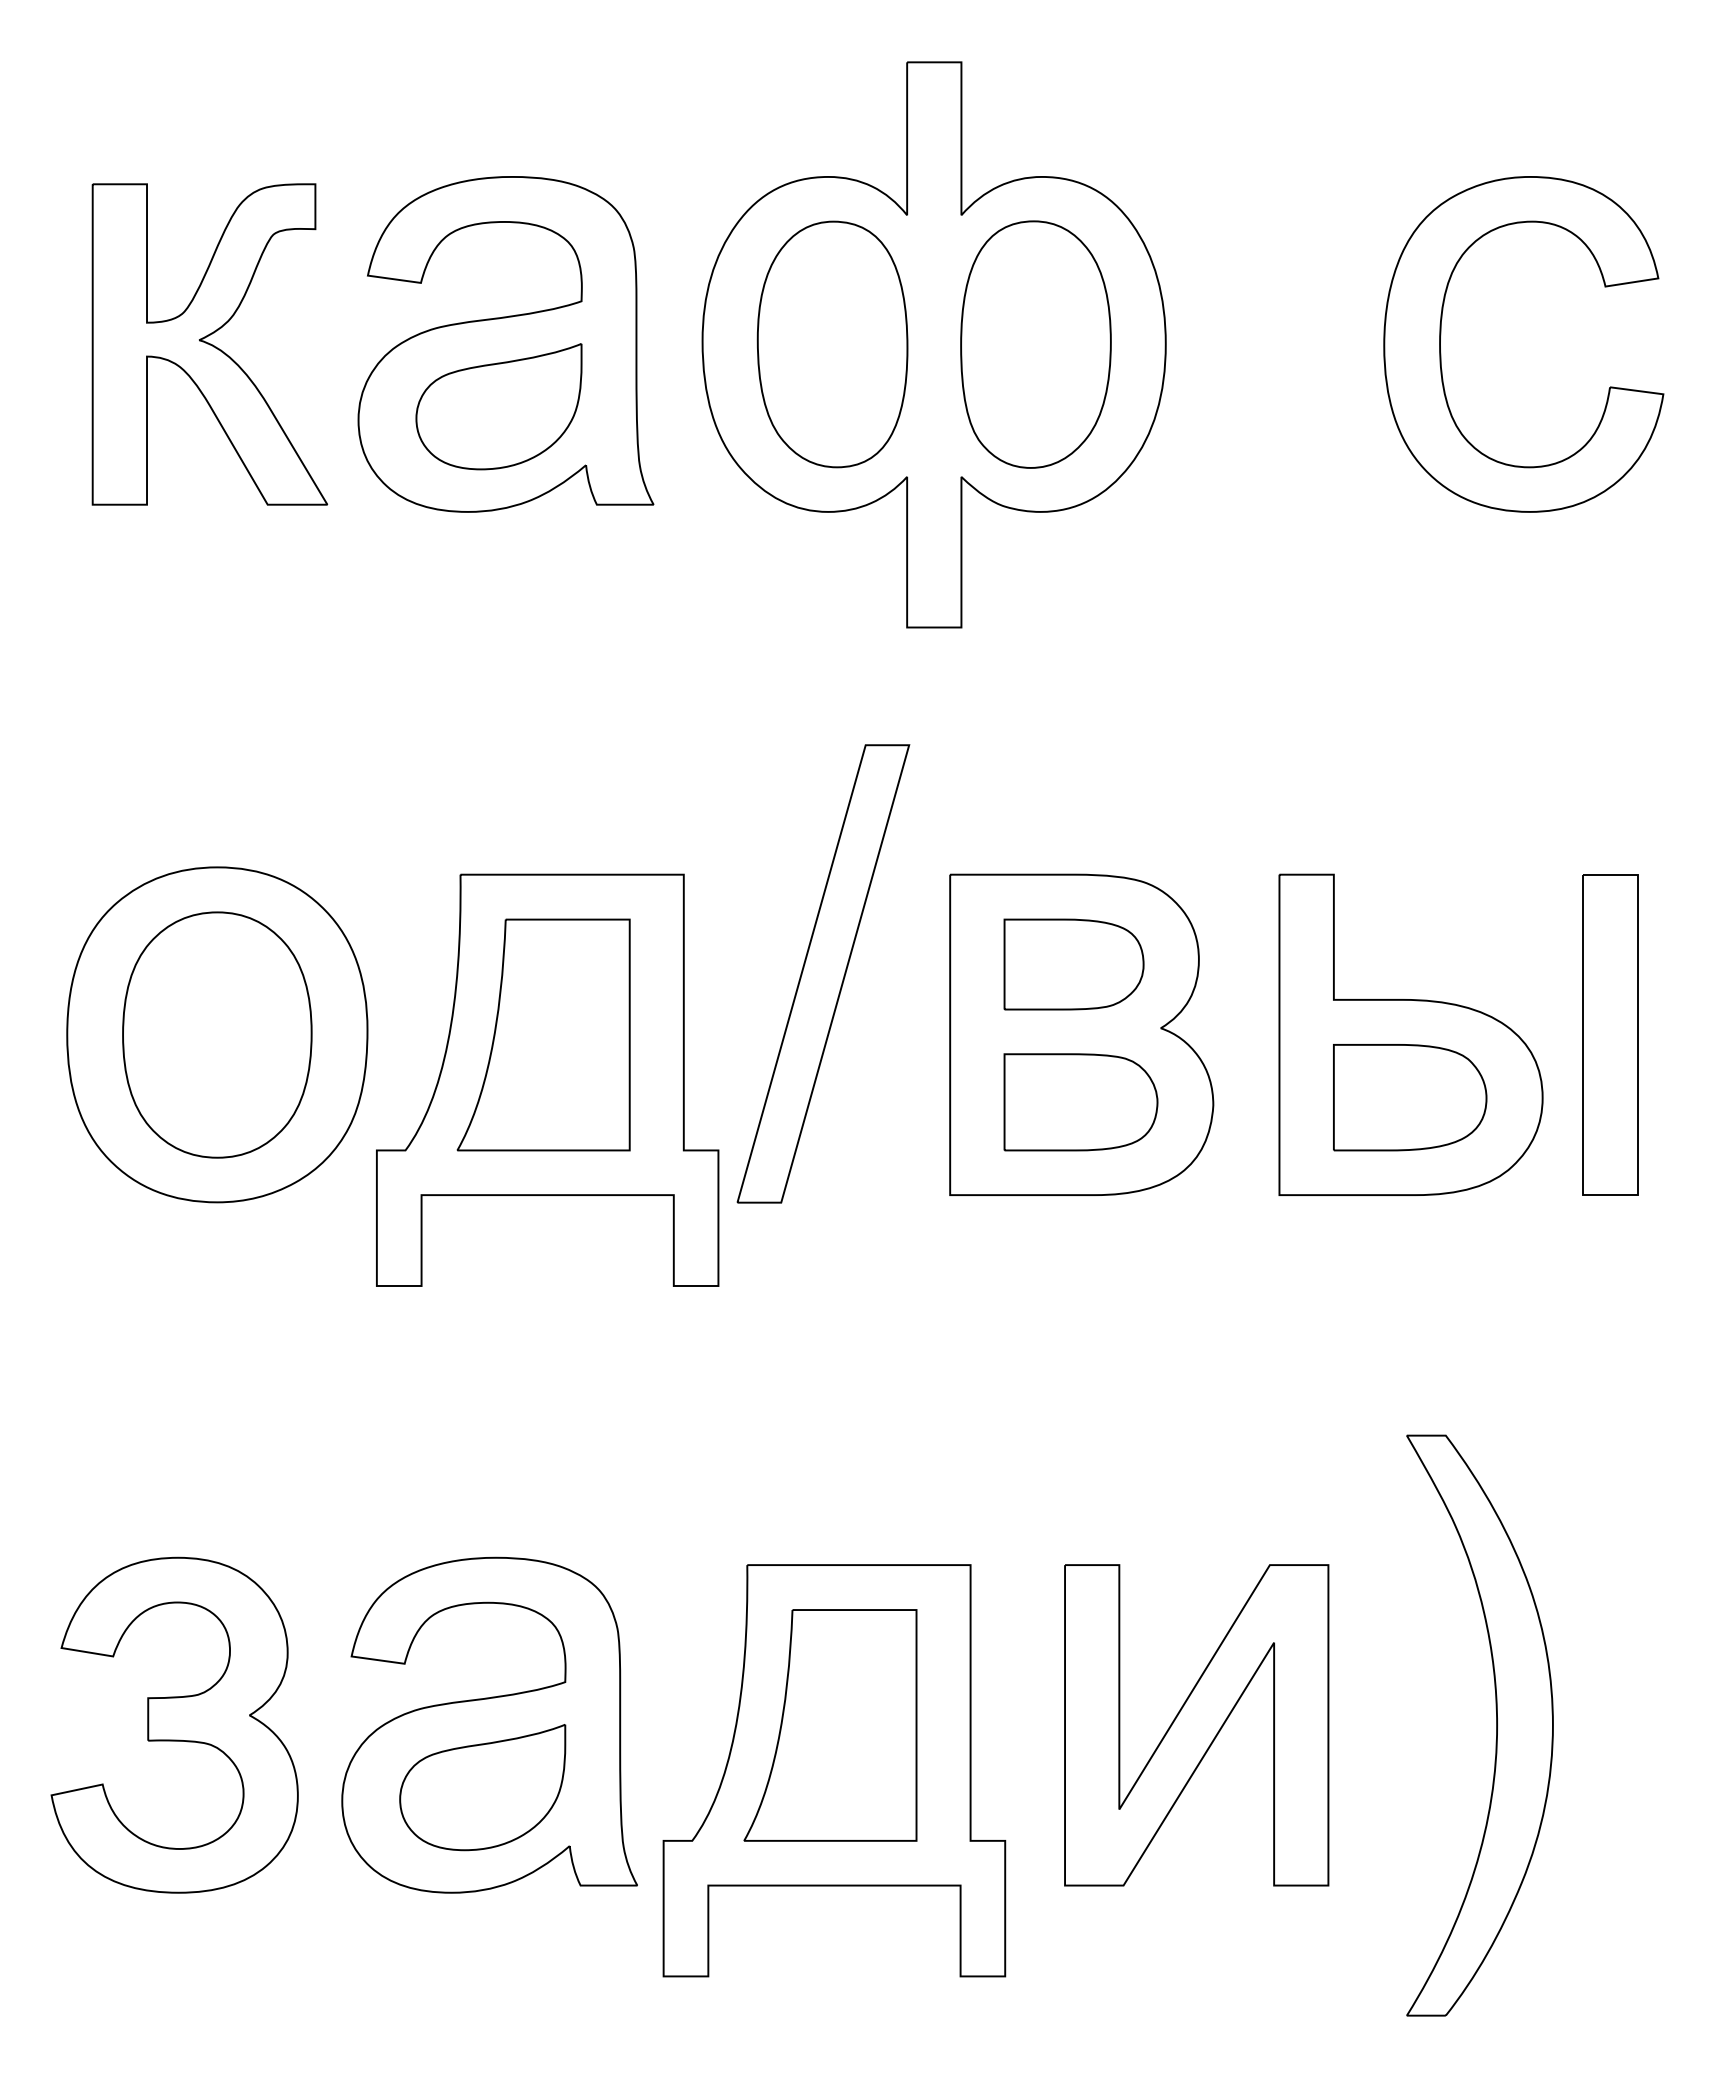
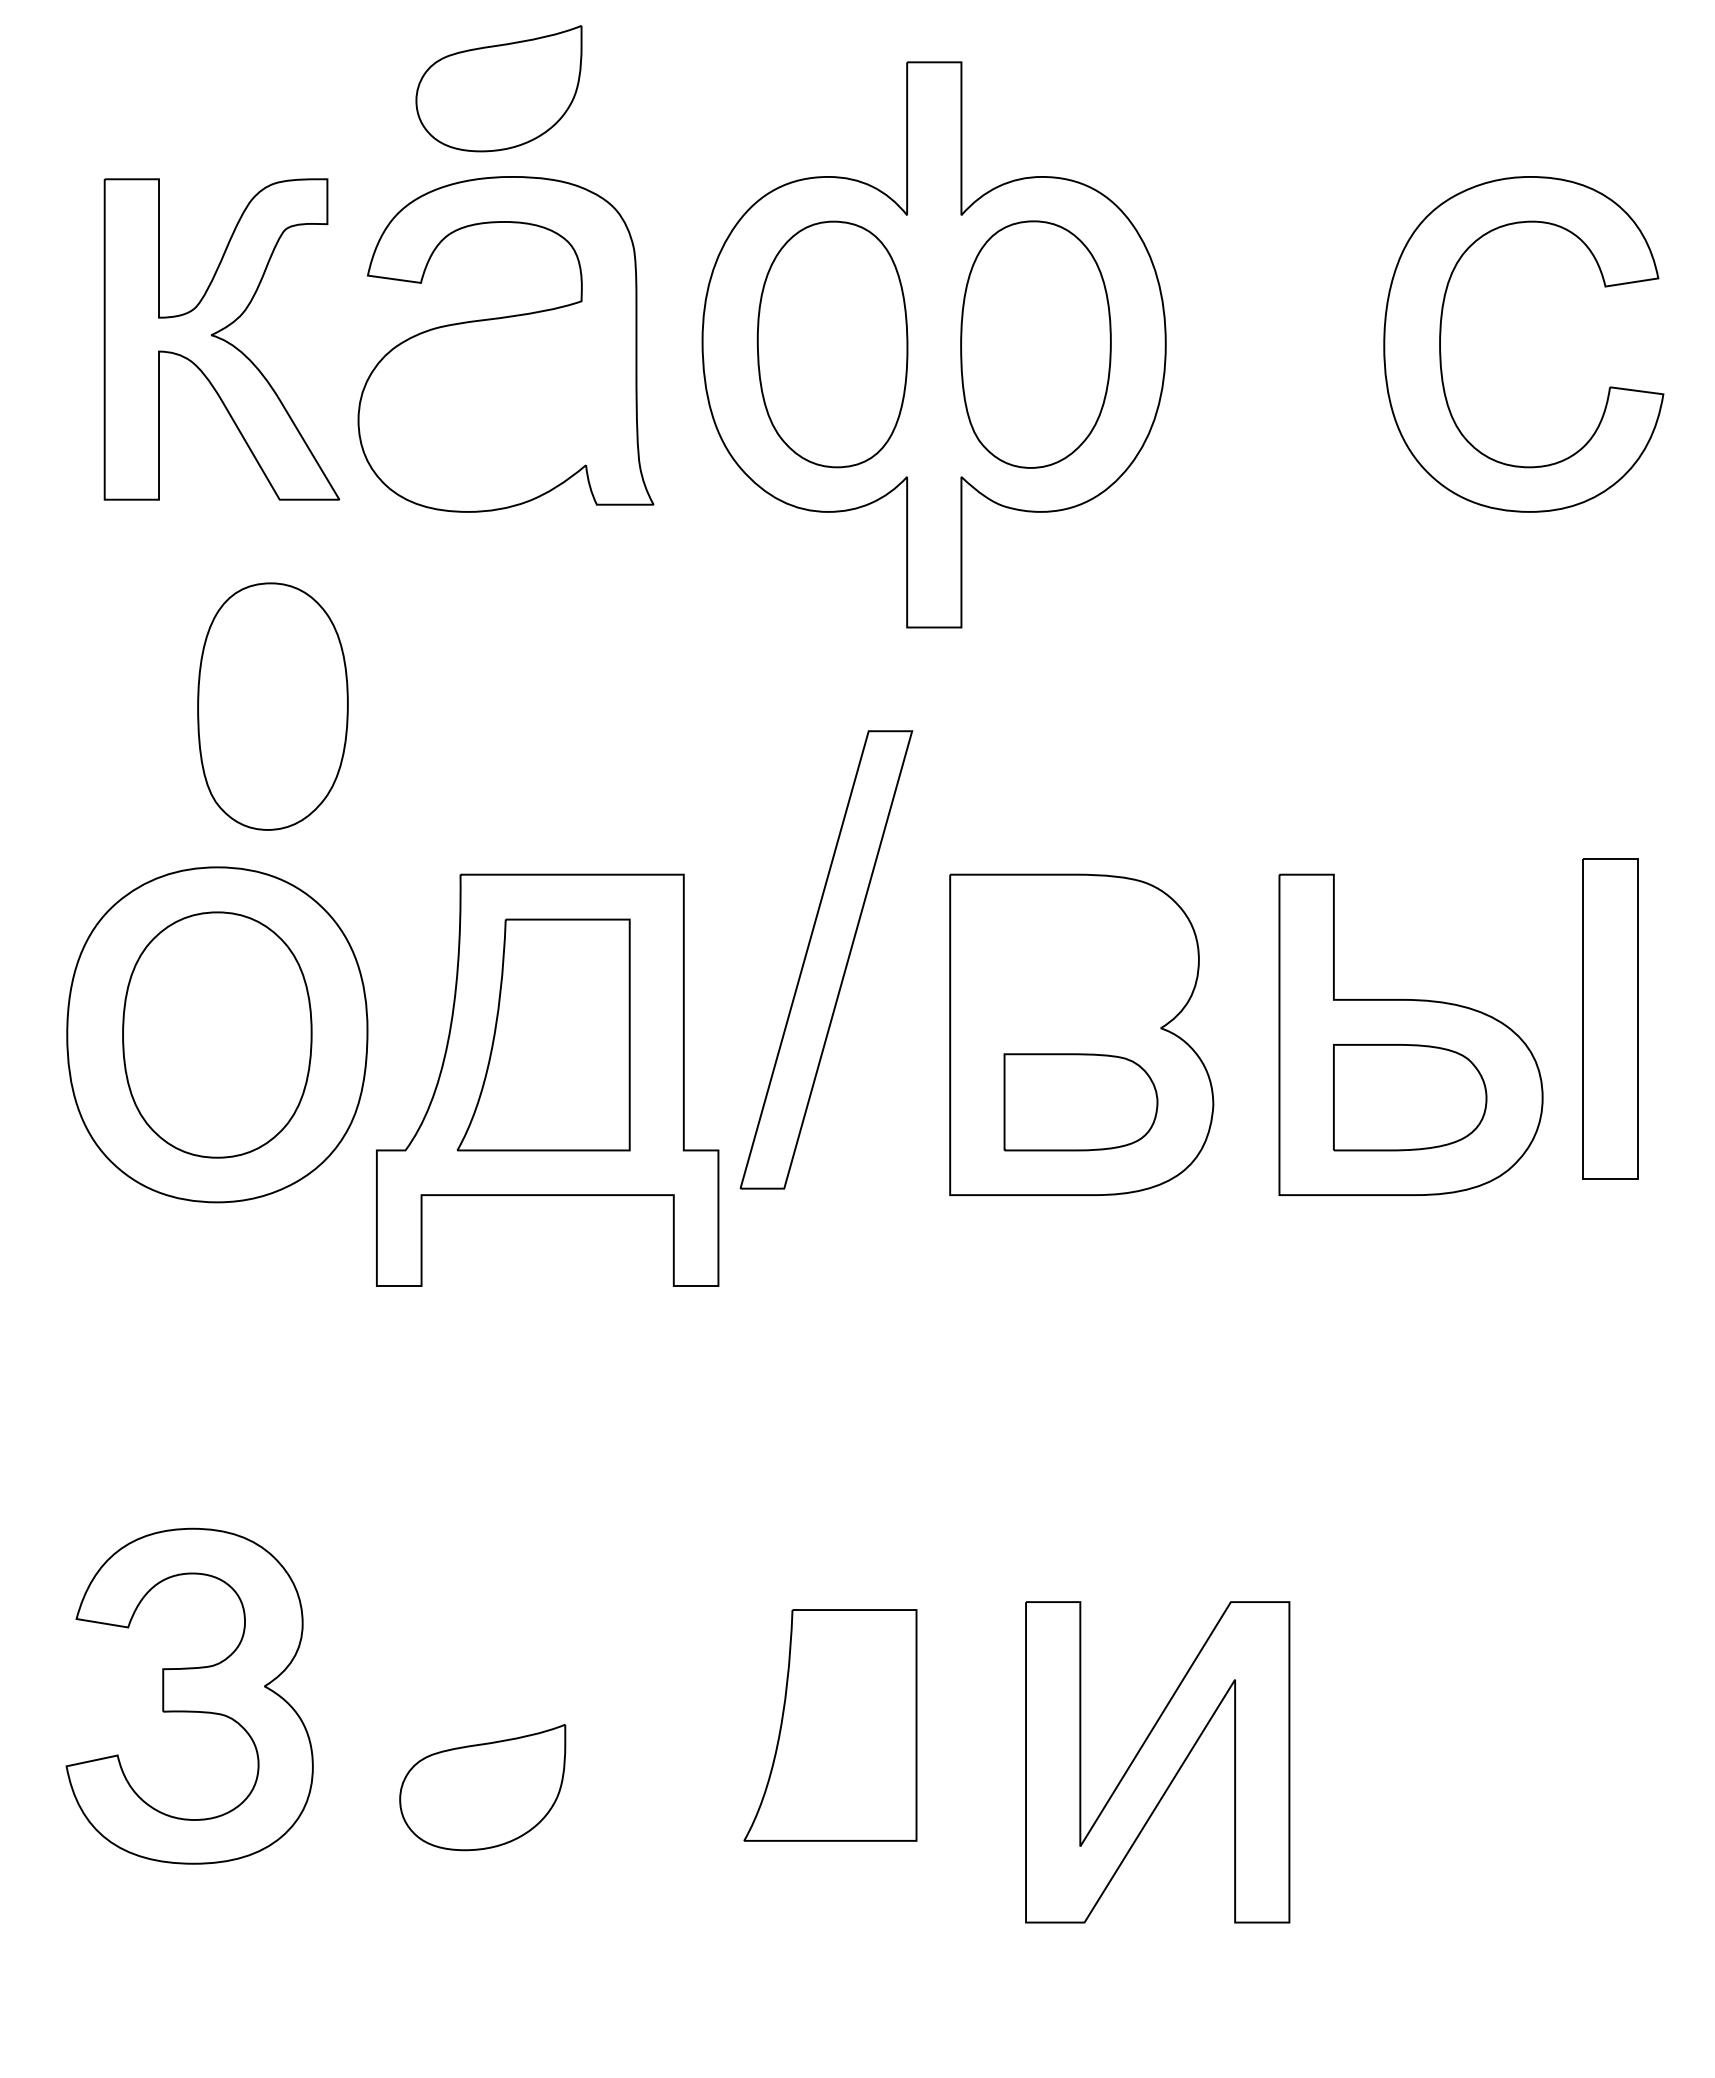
part at (209, 344) position: (209, 344) -> (221, 339)
part at (498, 406) position: (498, 406) -> (498, 88)
part at (272, 706): none -> present
part at (1073, 964): present -> none
part at (823, 973) position: (823, 973) -> (826, 959)
part at (1610, 1034) position: (1610, 1034) -> (1610, 1018)
part at (174, 1724) position: (174, 1724) -> (189, 1695)
part at (489, 1724): present -> none
part at (1196, 1725) position: (1196, 1725) -> (1157, 1762)
part at (1496, 1725): present -> none
part at (834, 1770): present -> none
